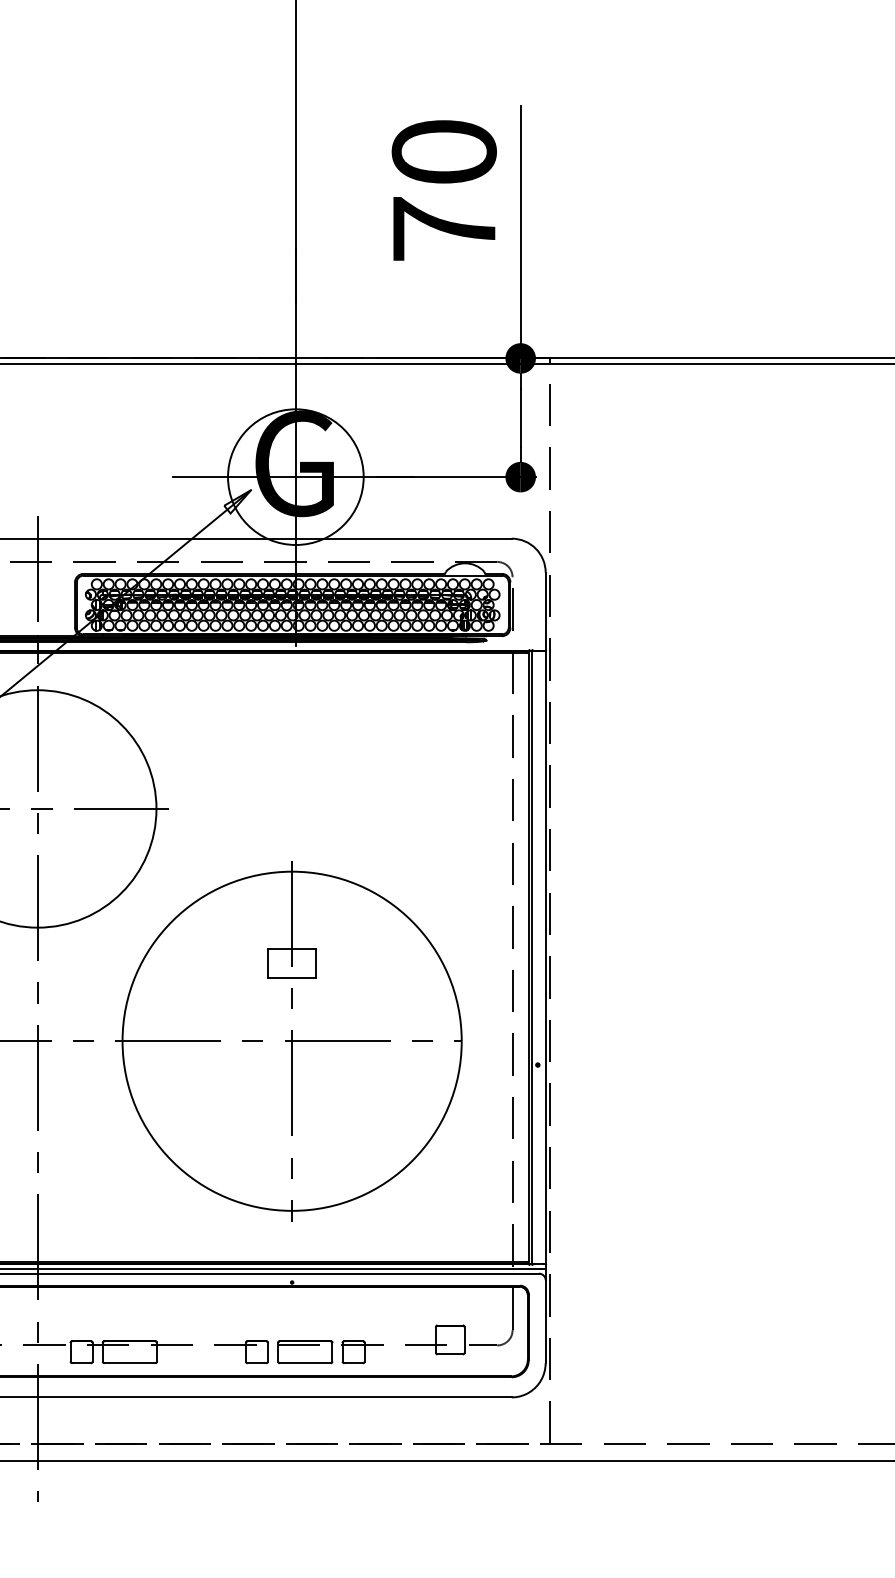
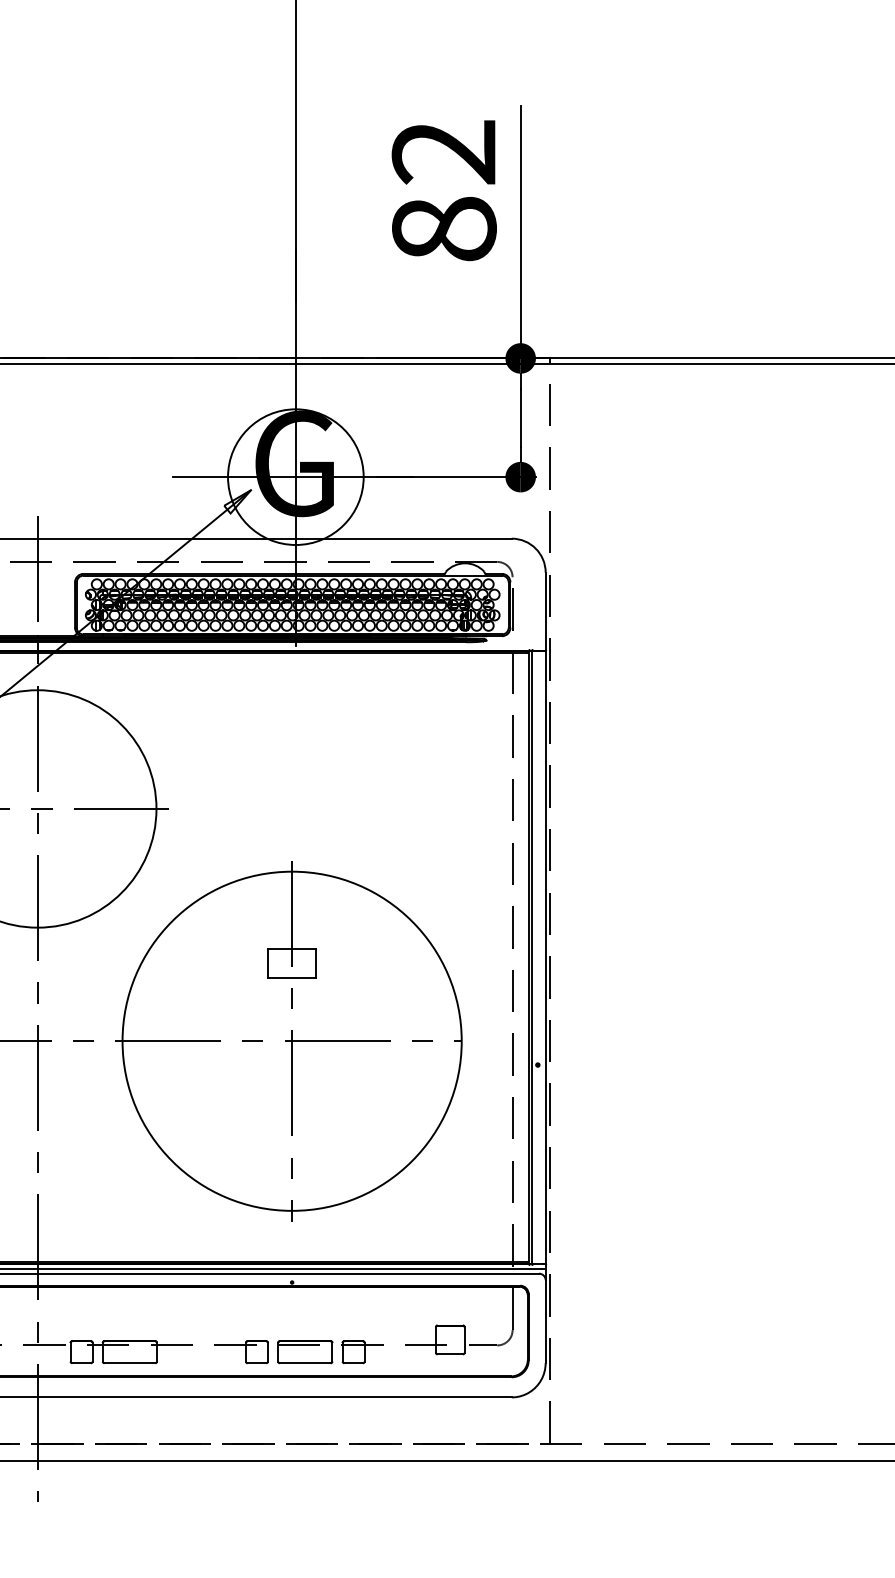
text at (443, 190): 70 -> 82
